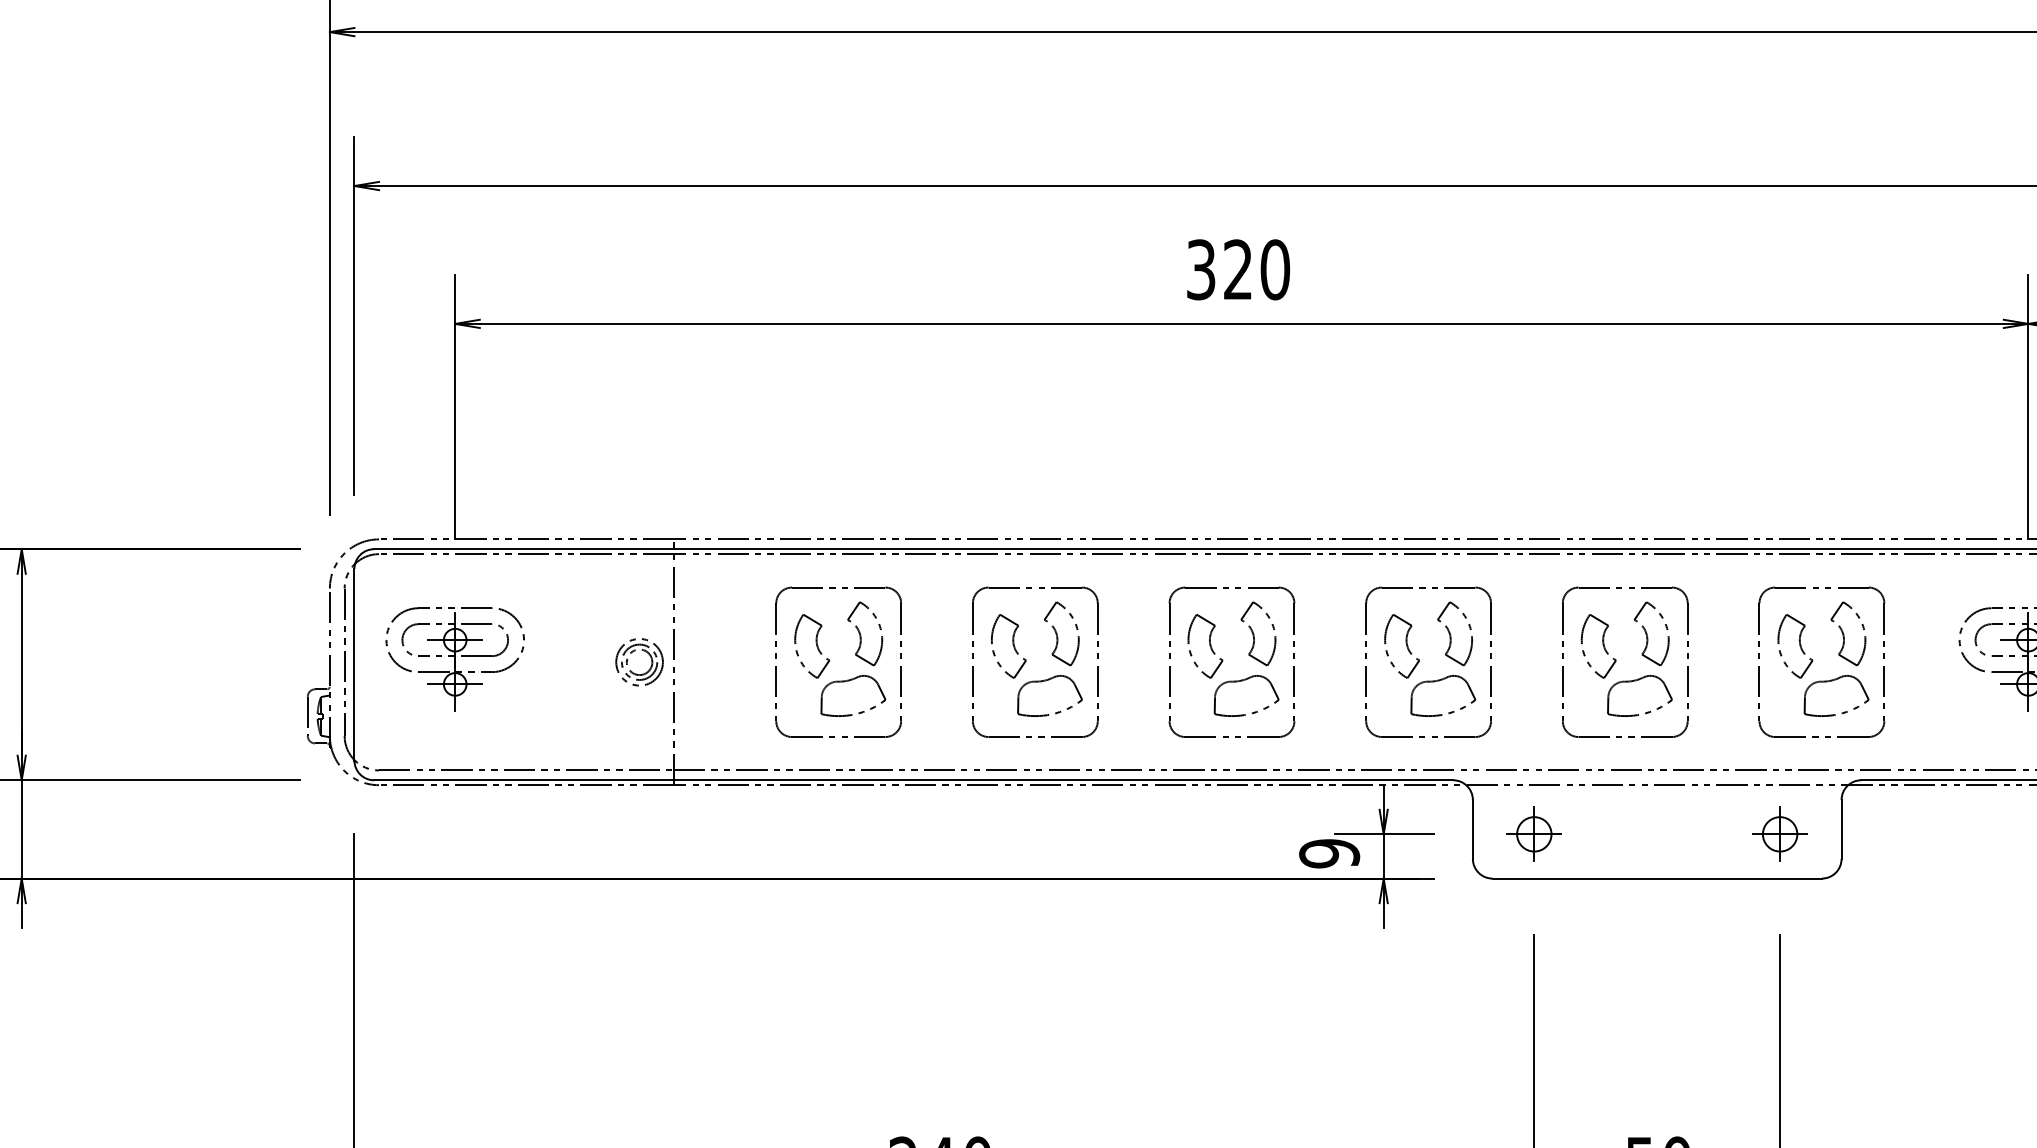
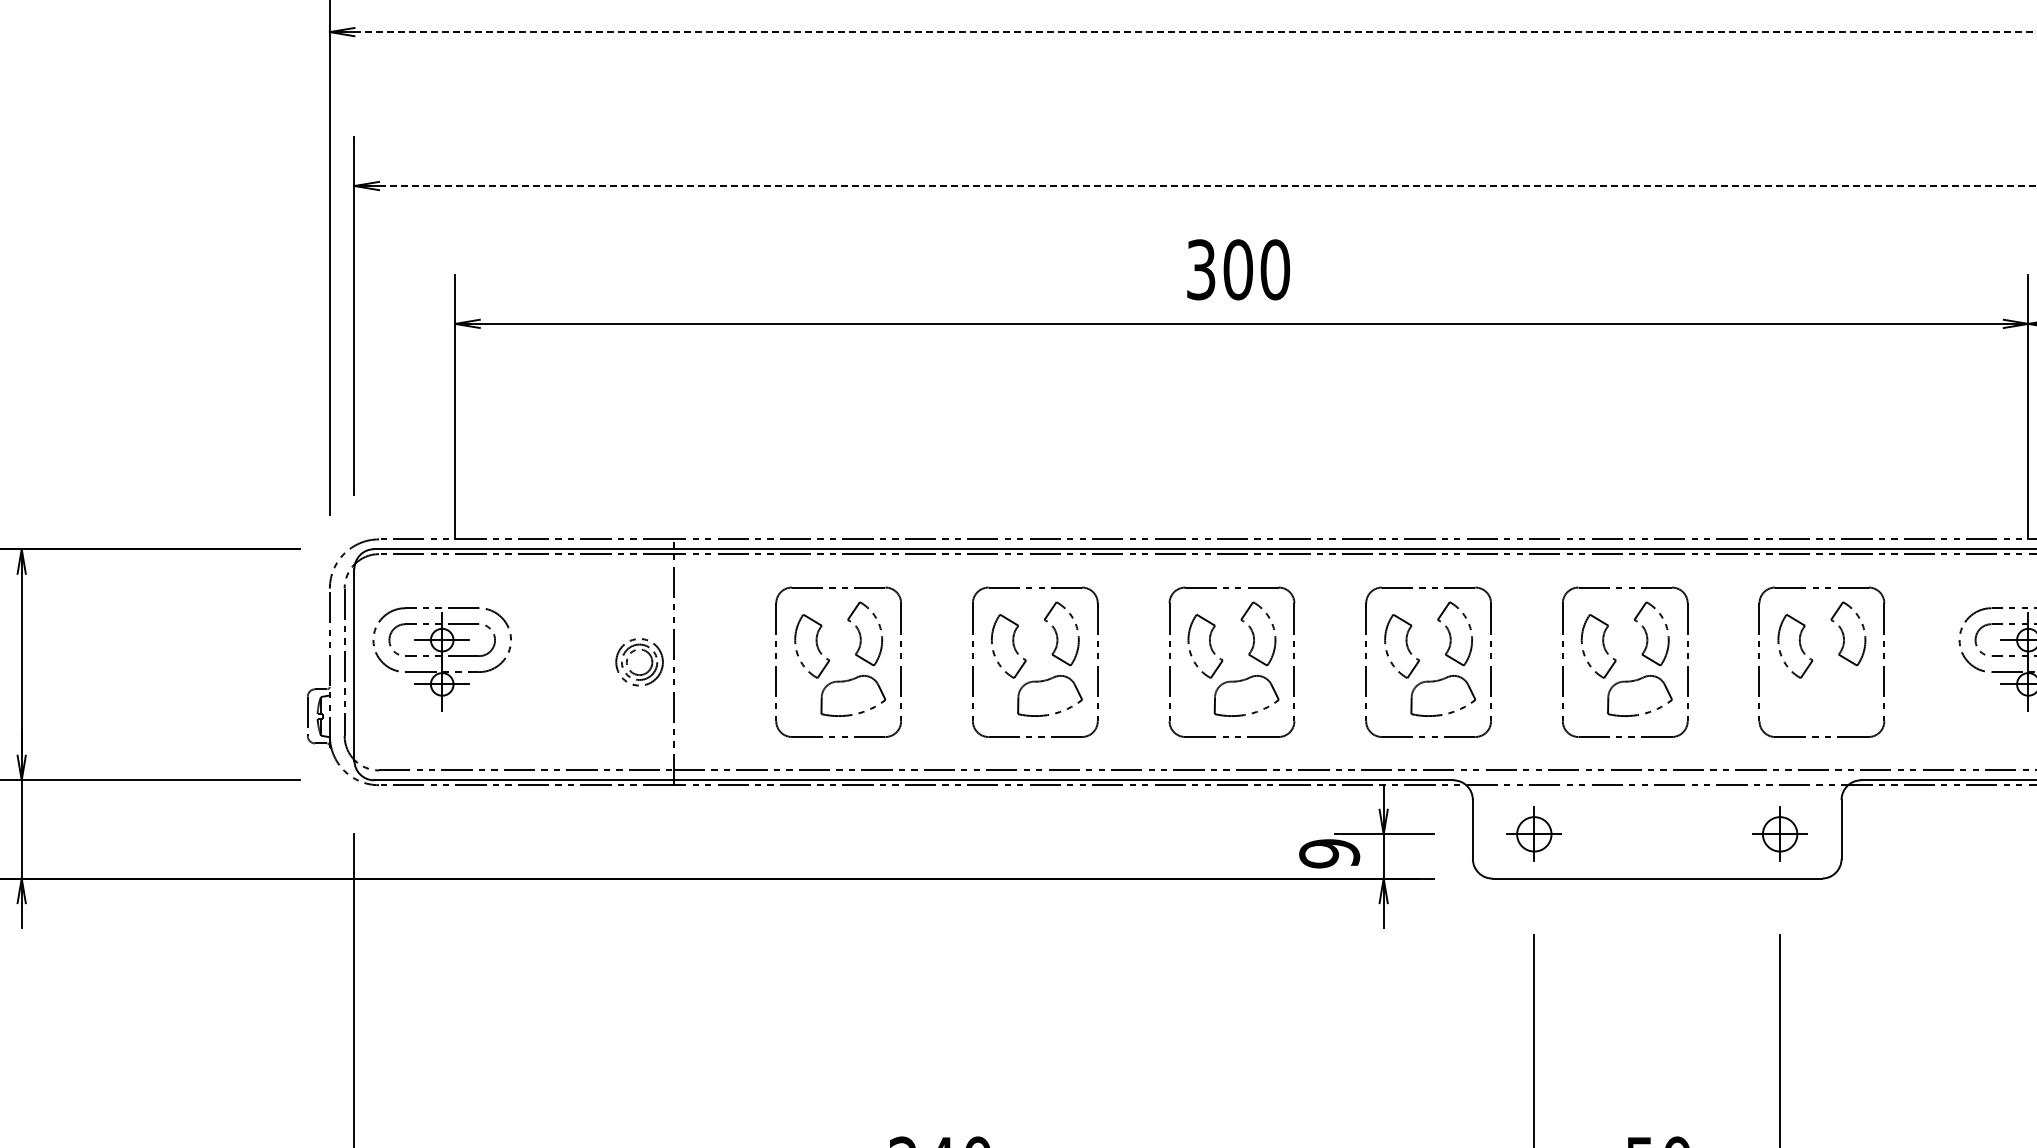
line at (1195, 32): solid -> dashed
line at (1208, 186): solid -> dashed
text at (1237, 269): 320 -> 300
part at (454, 659) position: (454, 659) -> (441, 659)
part at (1832, 681): present -> none
